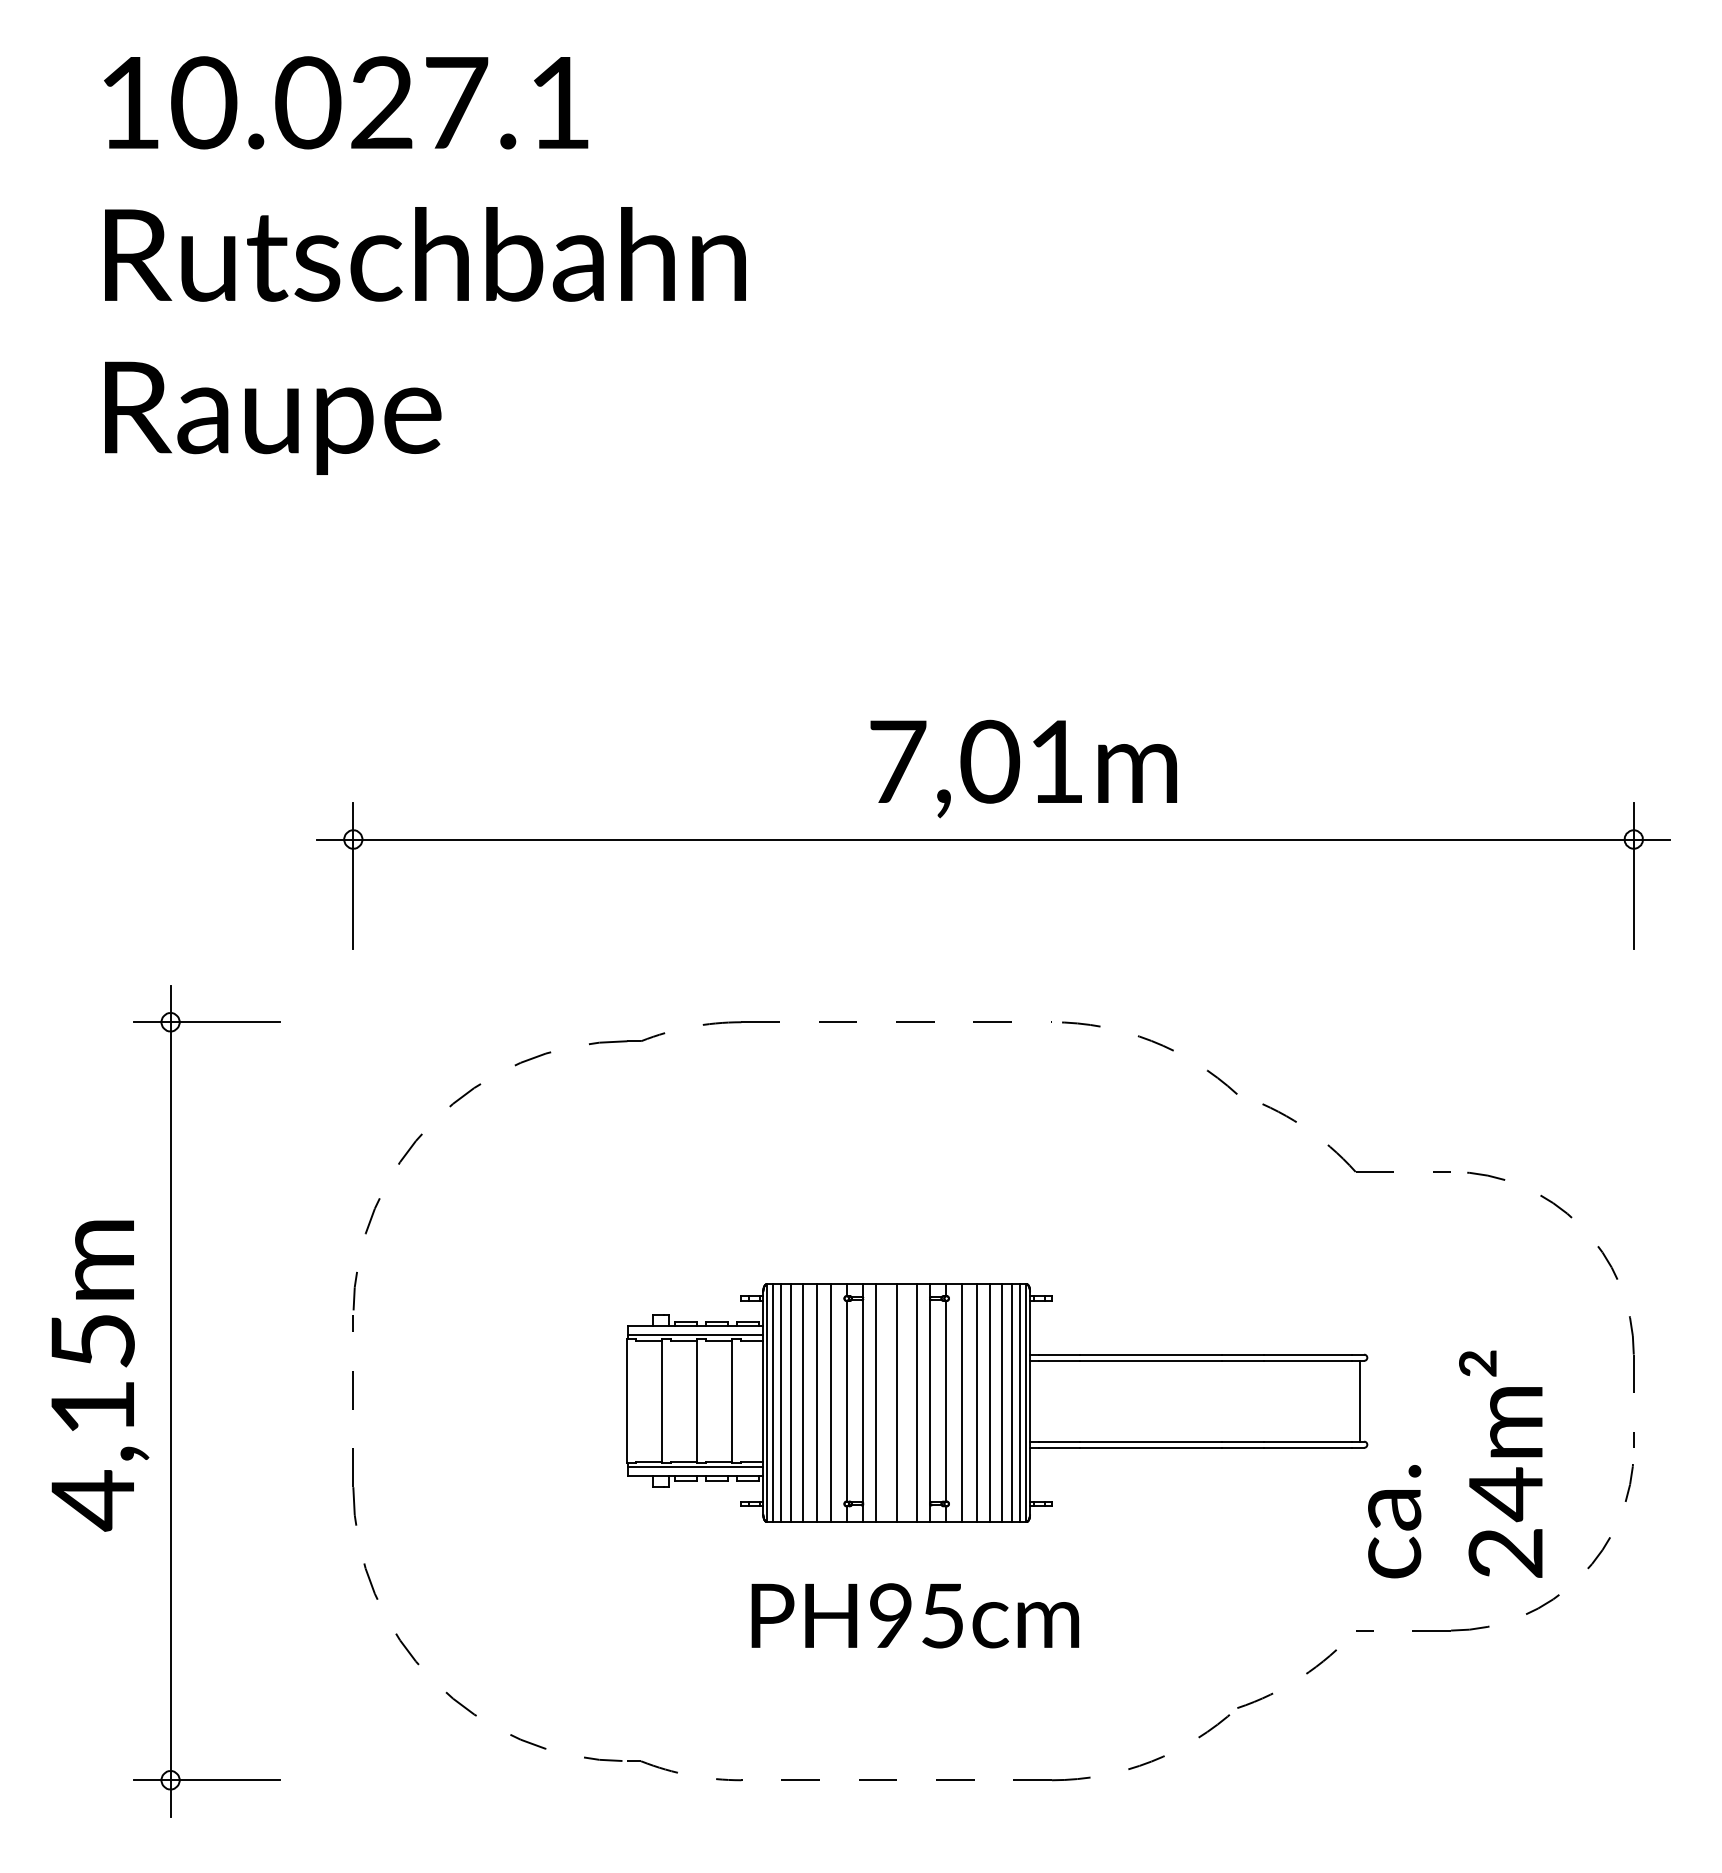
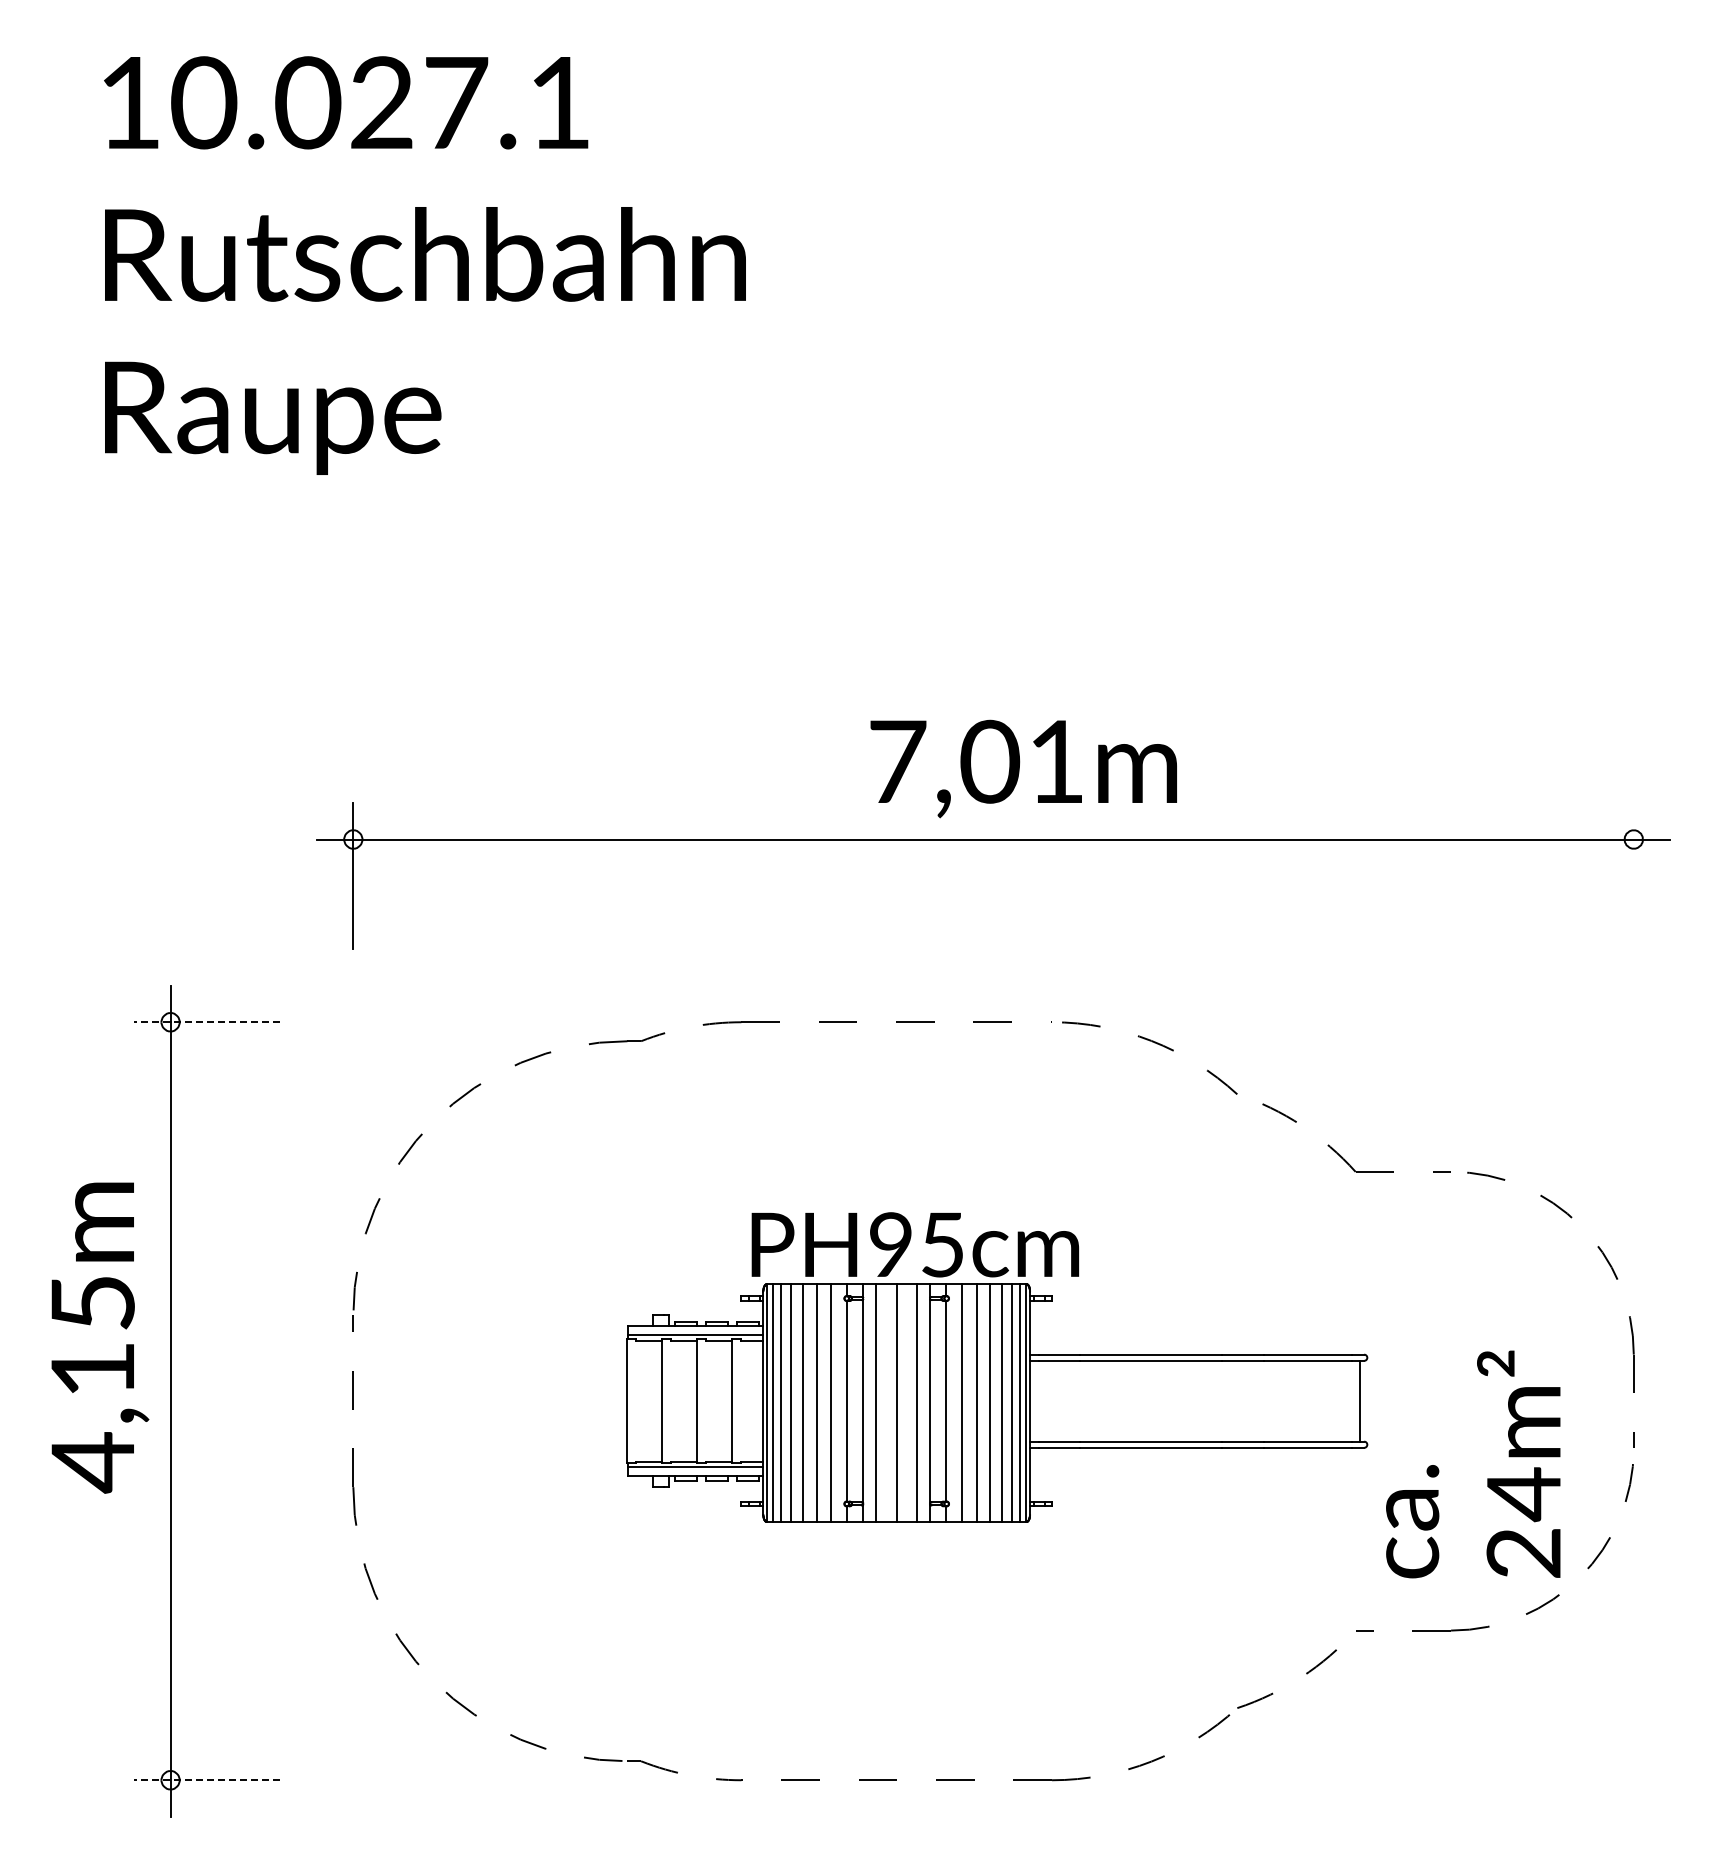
line at (1633, 875): present -> none
line at (206, 1022): solid -> dashed
text at (100, 1375) position: (100, 1375) -> (100, 1337)
text at (1455, 1464) position: (1455, 1464) -> (1473, 1464)
text at (915, 1615) position: (915, 1615) -> (915, 1244)
line at (206, 1780): solid -> dashed
